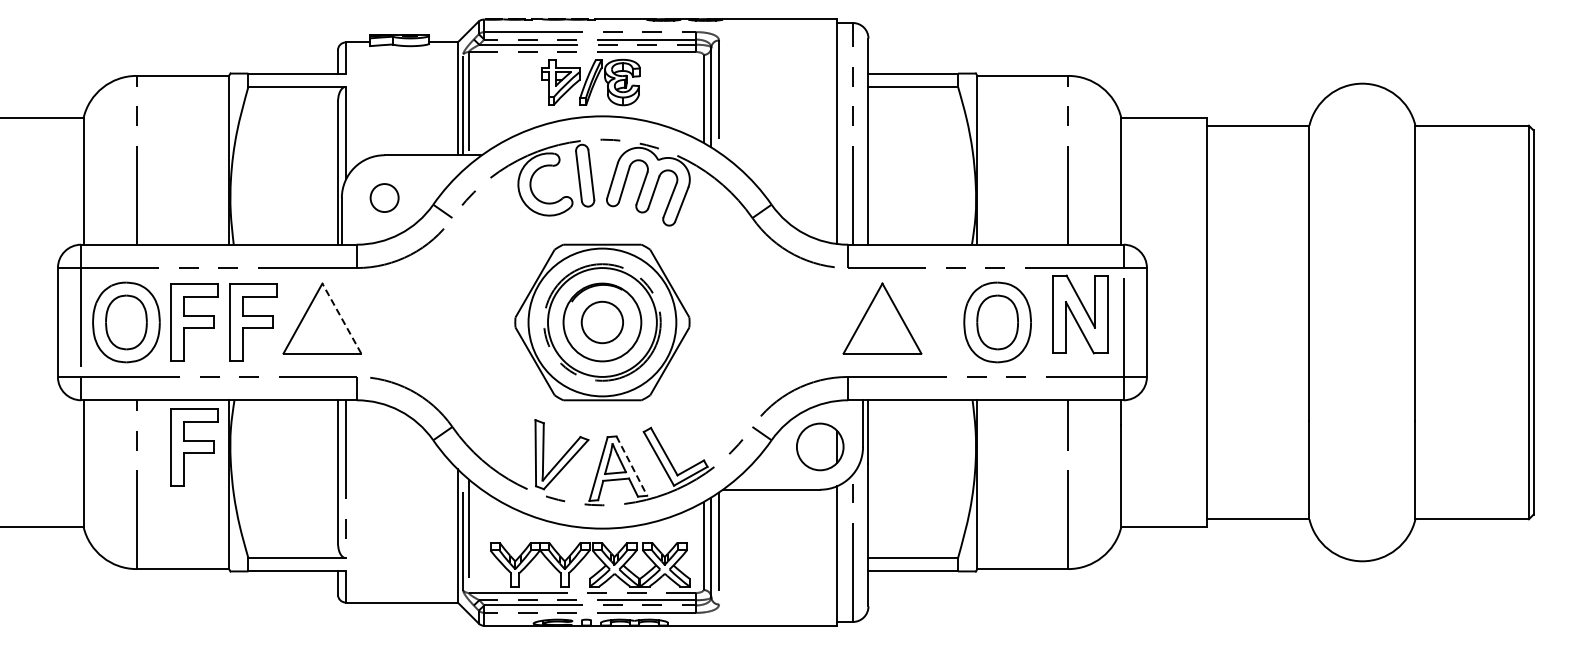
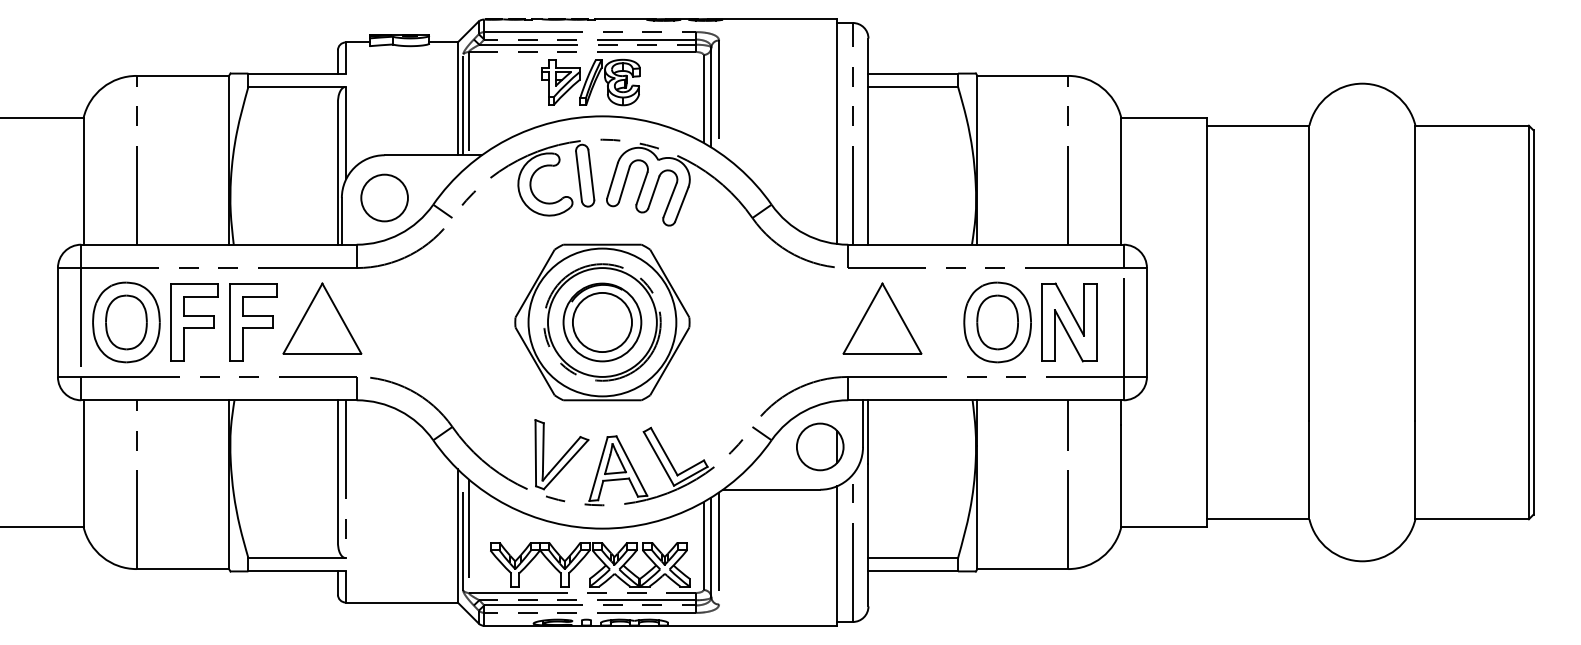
circle at (384, 198) diameter: 28 px -> 47 px
part at (1080, 314) position: (1080, 314) -> (1069, 322)
line at (341, 318): dashed -> solid
circle at (602, 322) diameter: 41 px -> 59 px
part at (194, 447): present -> none
line at (632, 466): dashed -> solid
